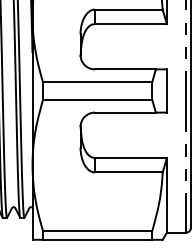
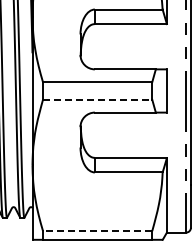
line at (97, 99): solid -> dashed
line at (97, 231): solid -> dashed
